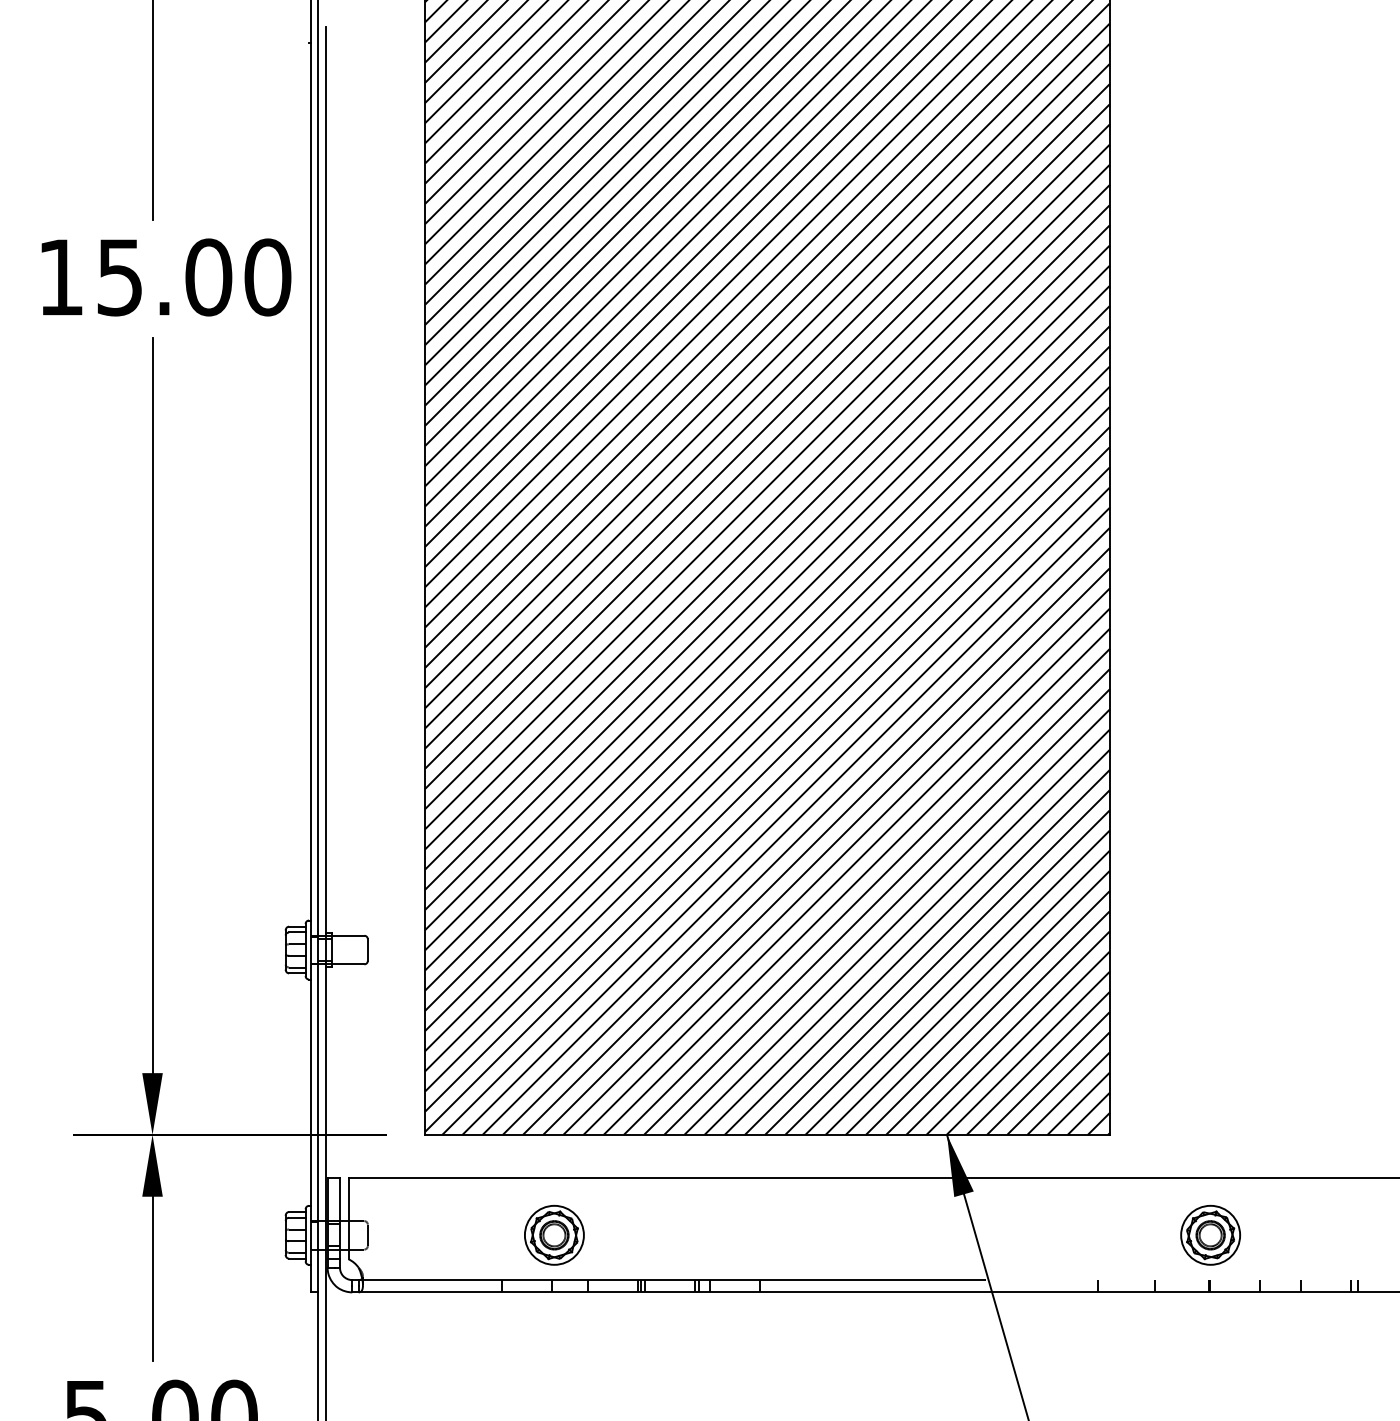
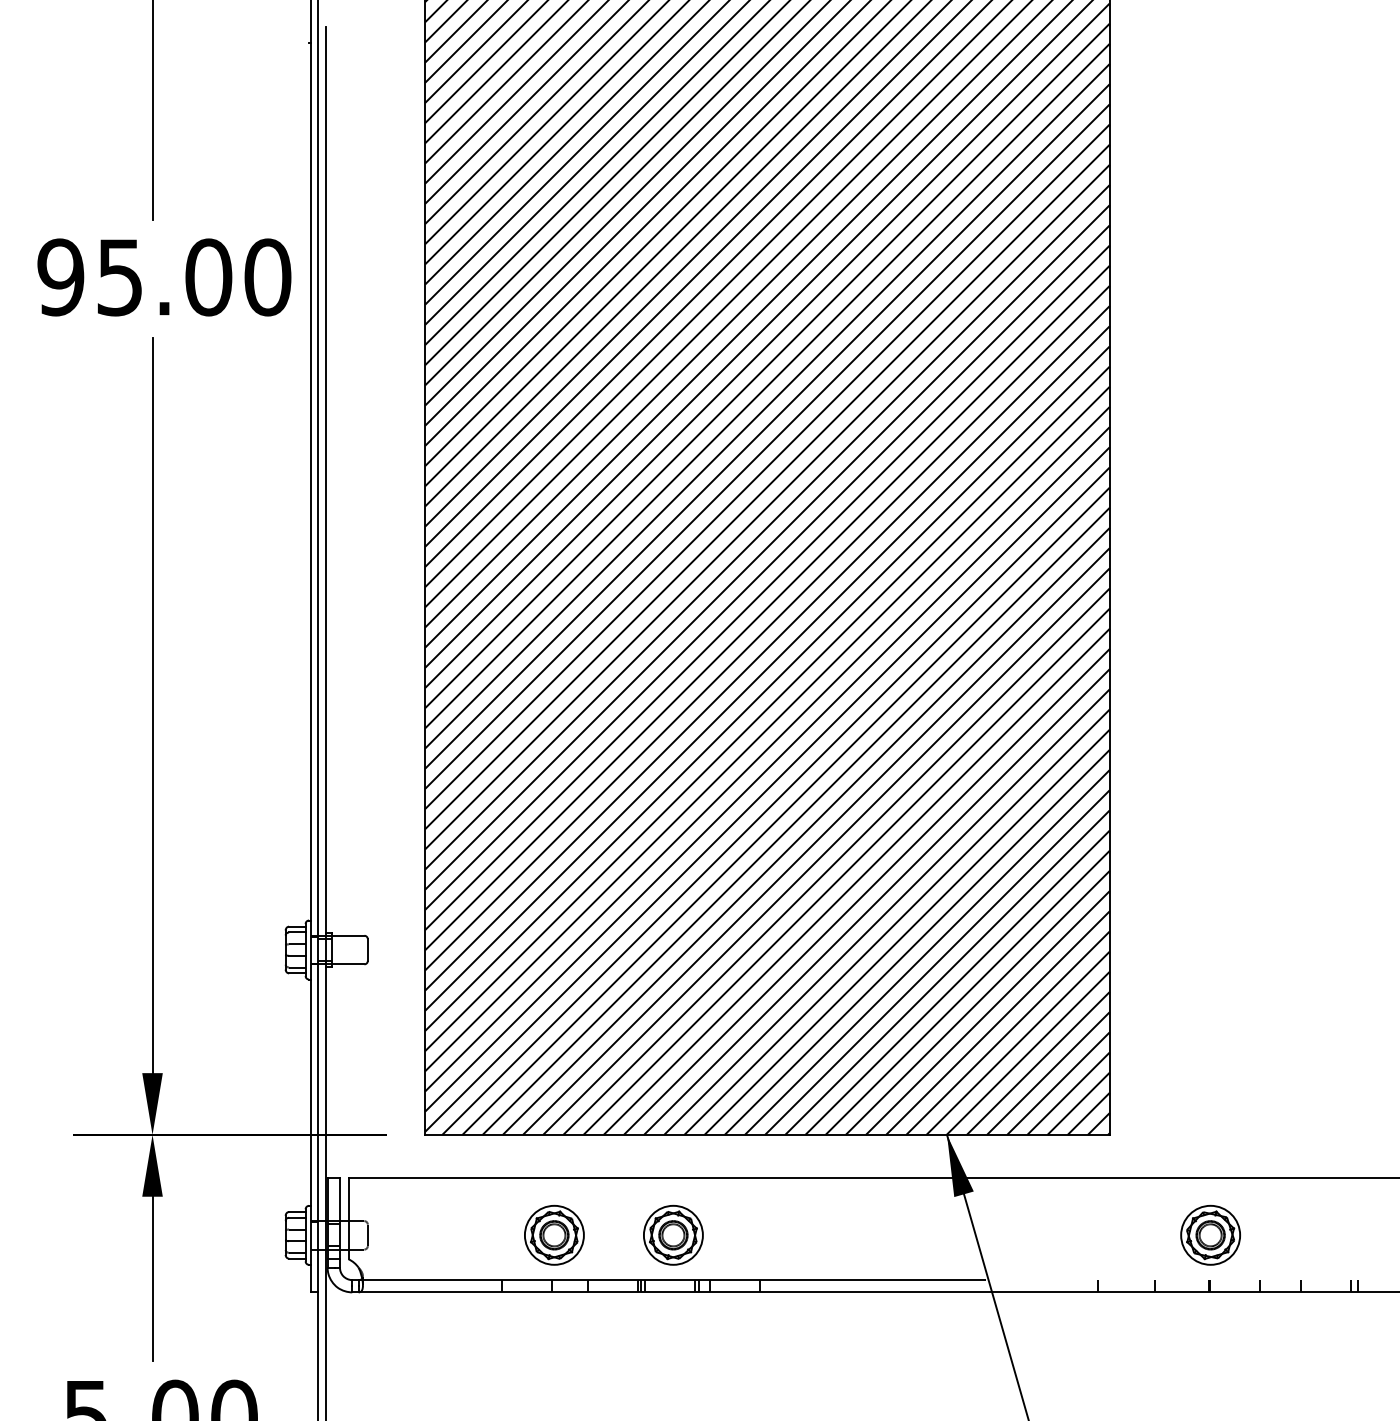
text at (60, 277): 15.00 -> 95.00
part at (673, 1234): none -> present
